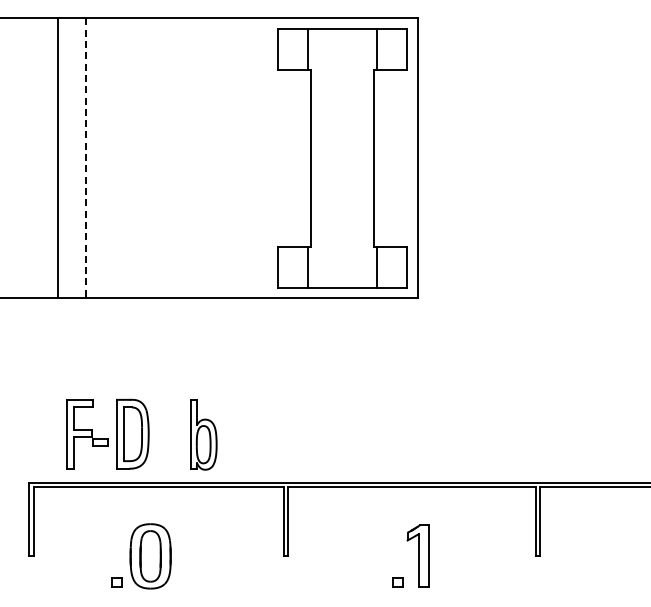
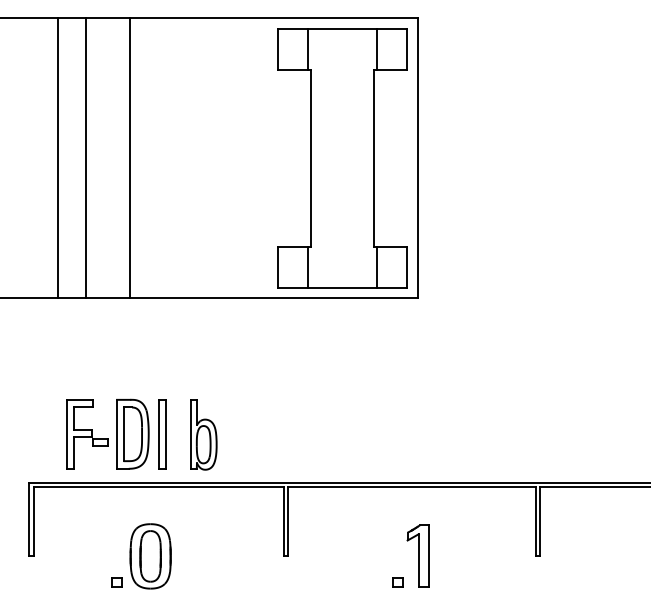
line at (86, 158): dashed -> solid
line at (129, 158): none -> present
part at (162, 434): none -> present
